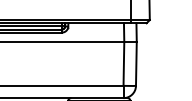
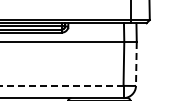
line at (136, 63): solid -> dashed
line at (61, 85): solid -> dashed
